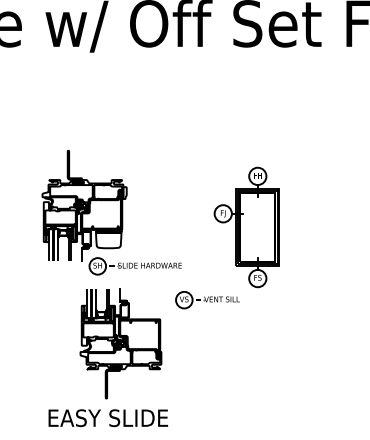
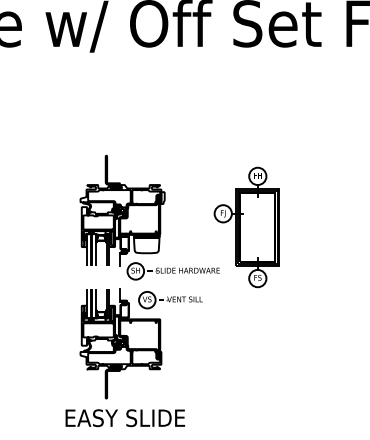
part at (111, 212) position: (111, 212) -> (149, 217)
part at (207, 300) position: (207, 300) -> (170, 300)
text at (107, 418) position: (107, 418) -> (124, 418)
